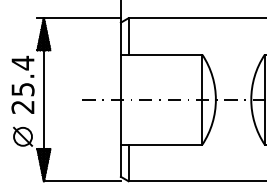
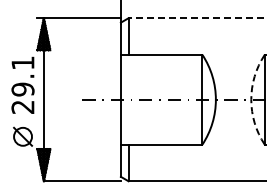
line at (197, 18): solid -> dashed
text at (22, 75): 25.4 -> 29.1
arc at (251, 99): solid -> dashed
